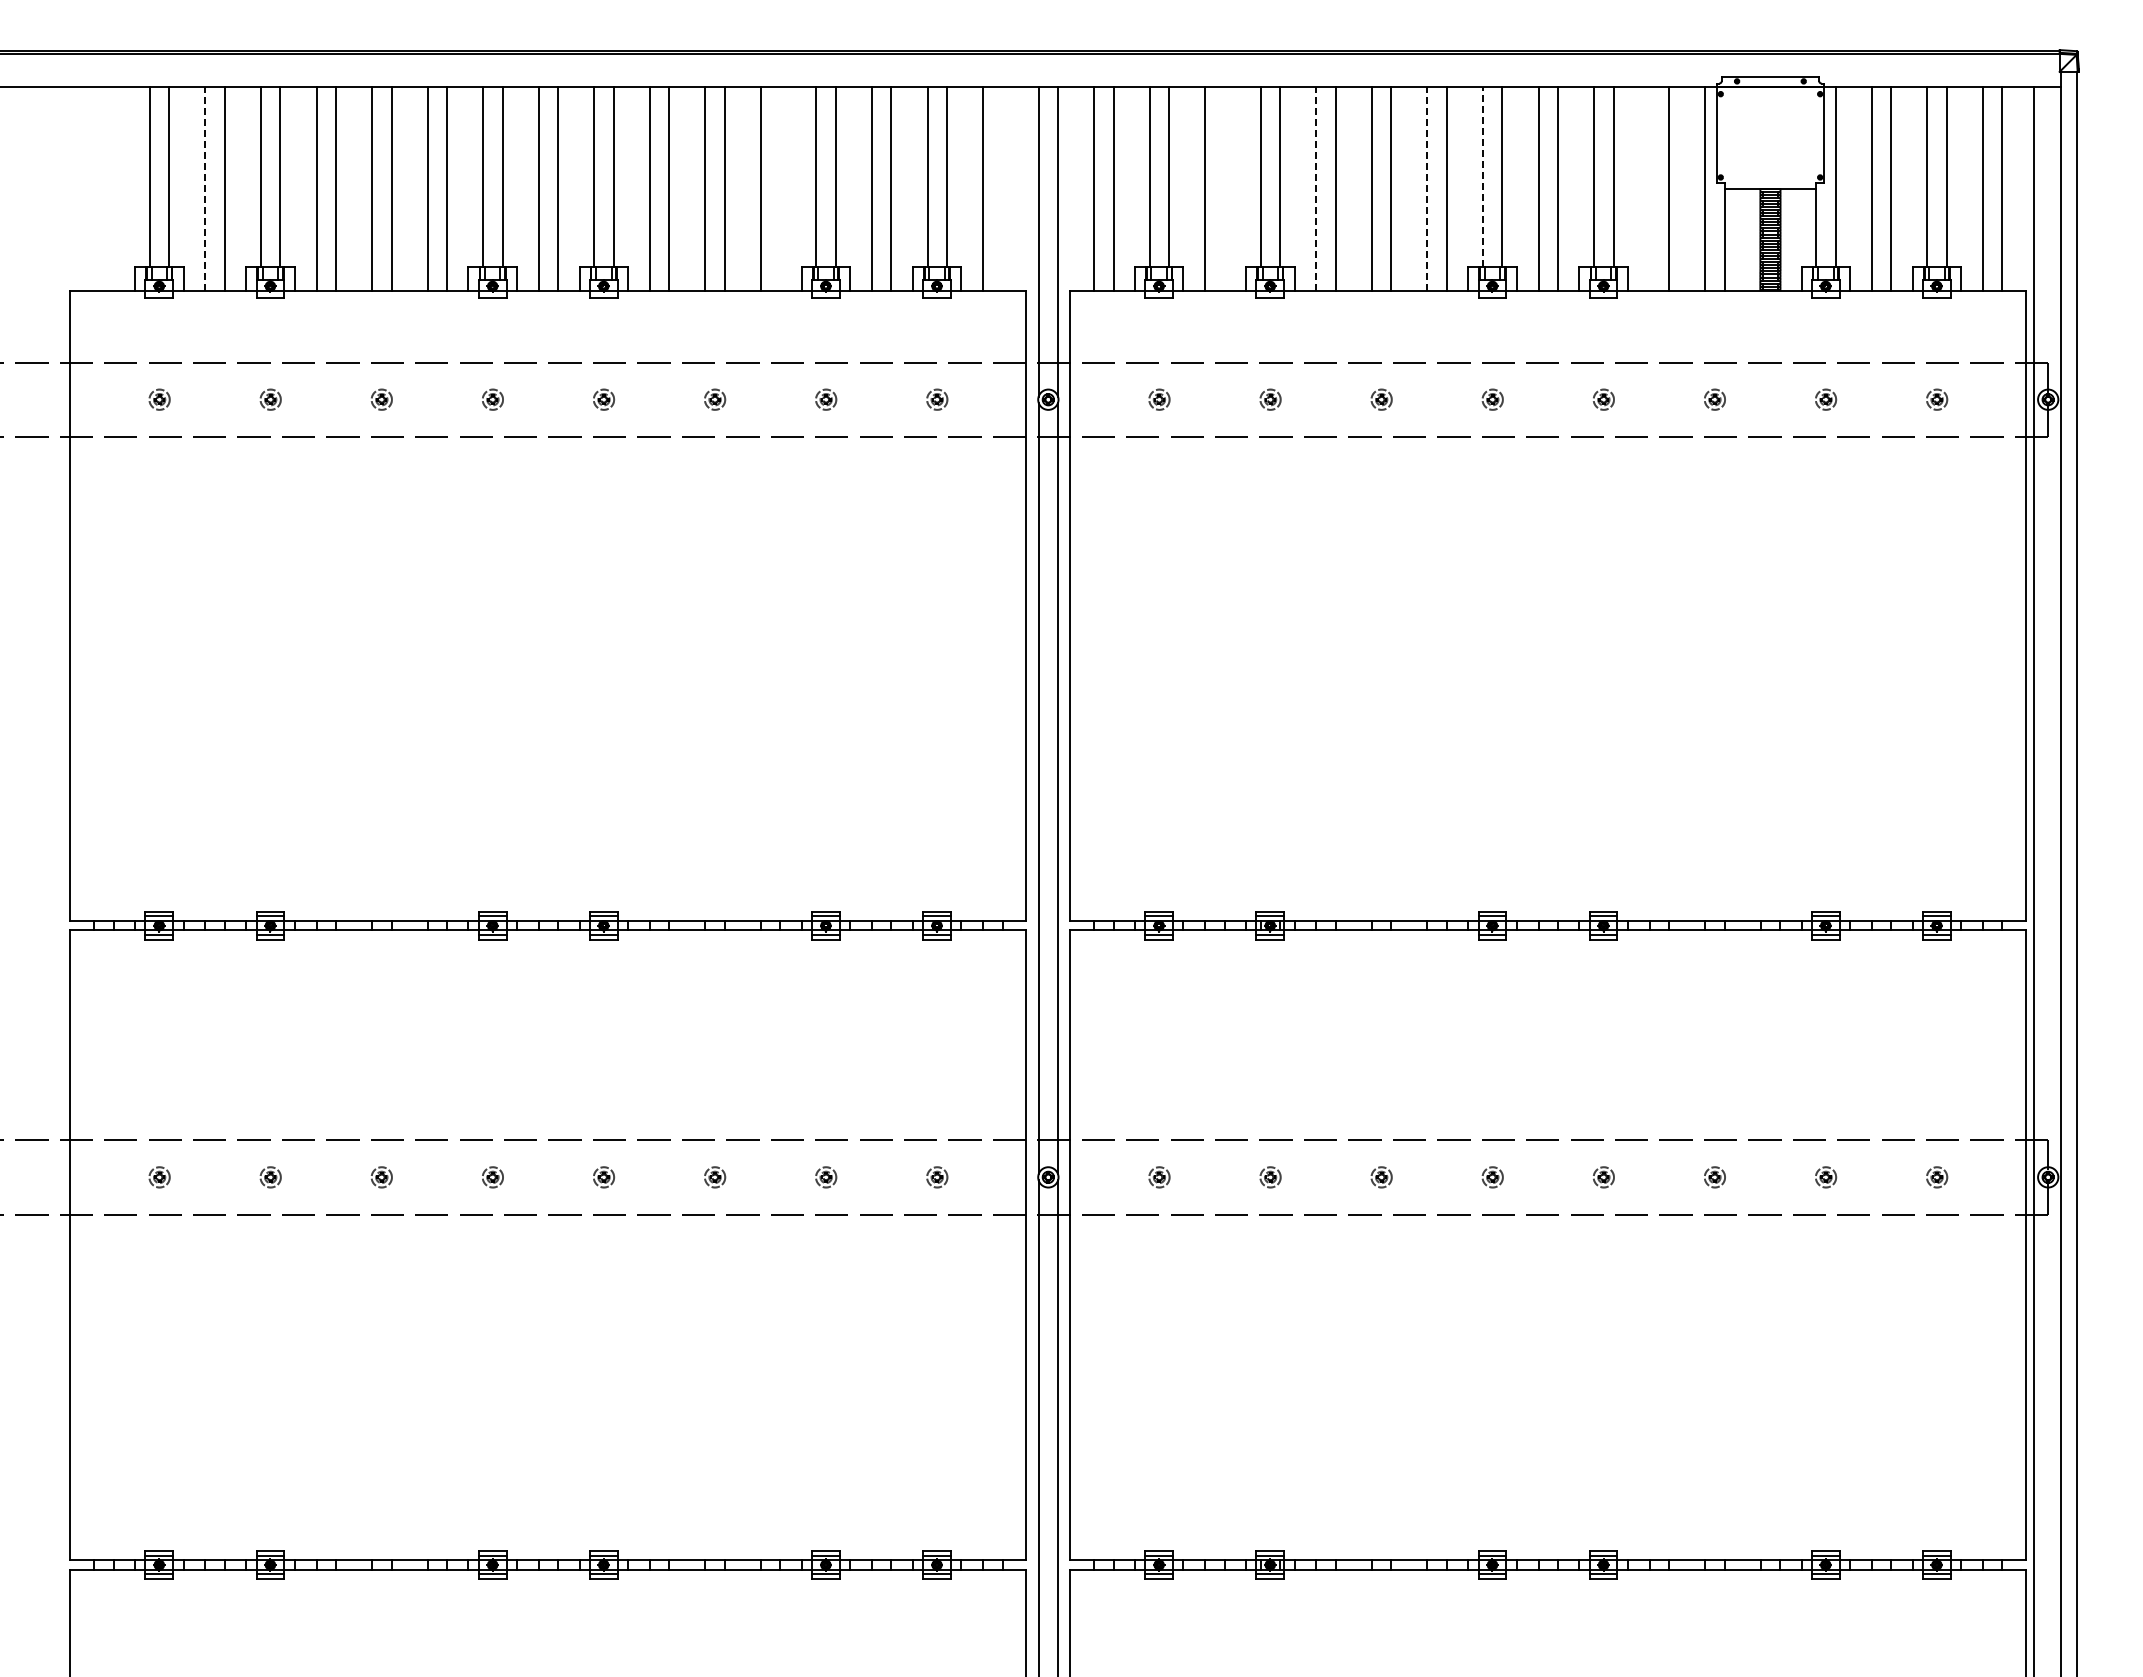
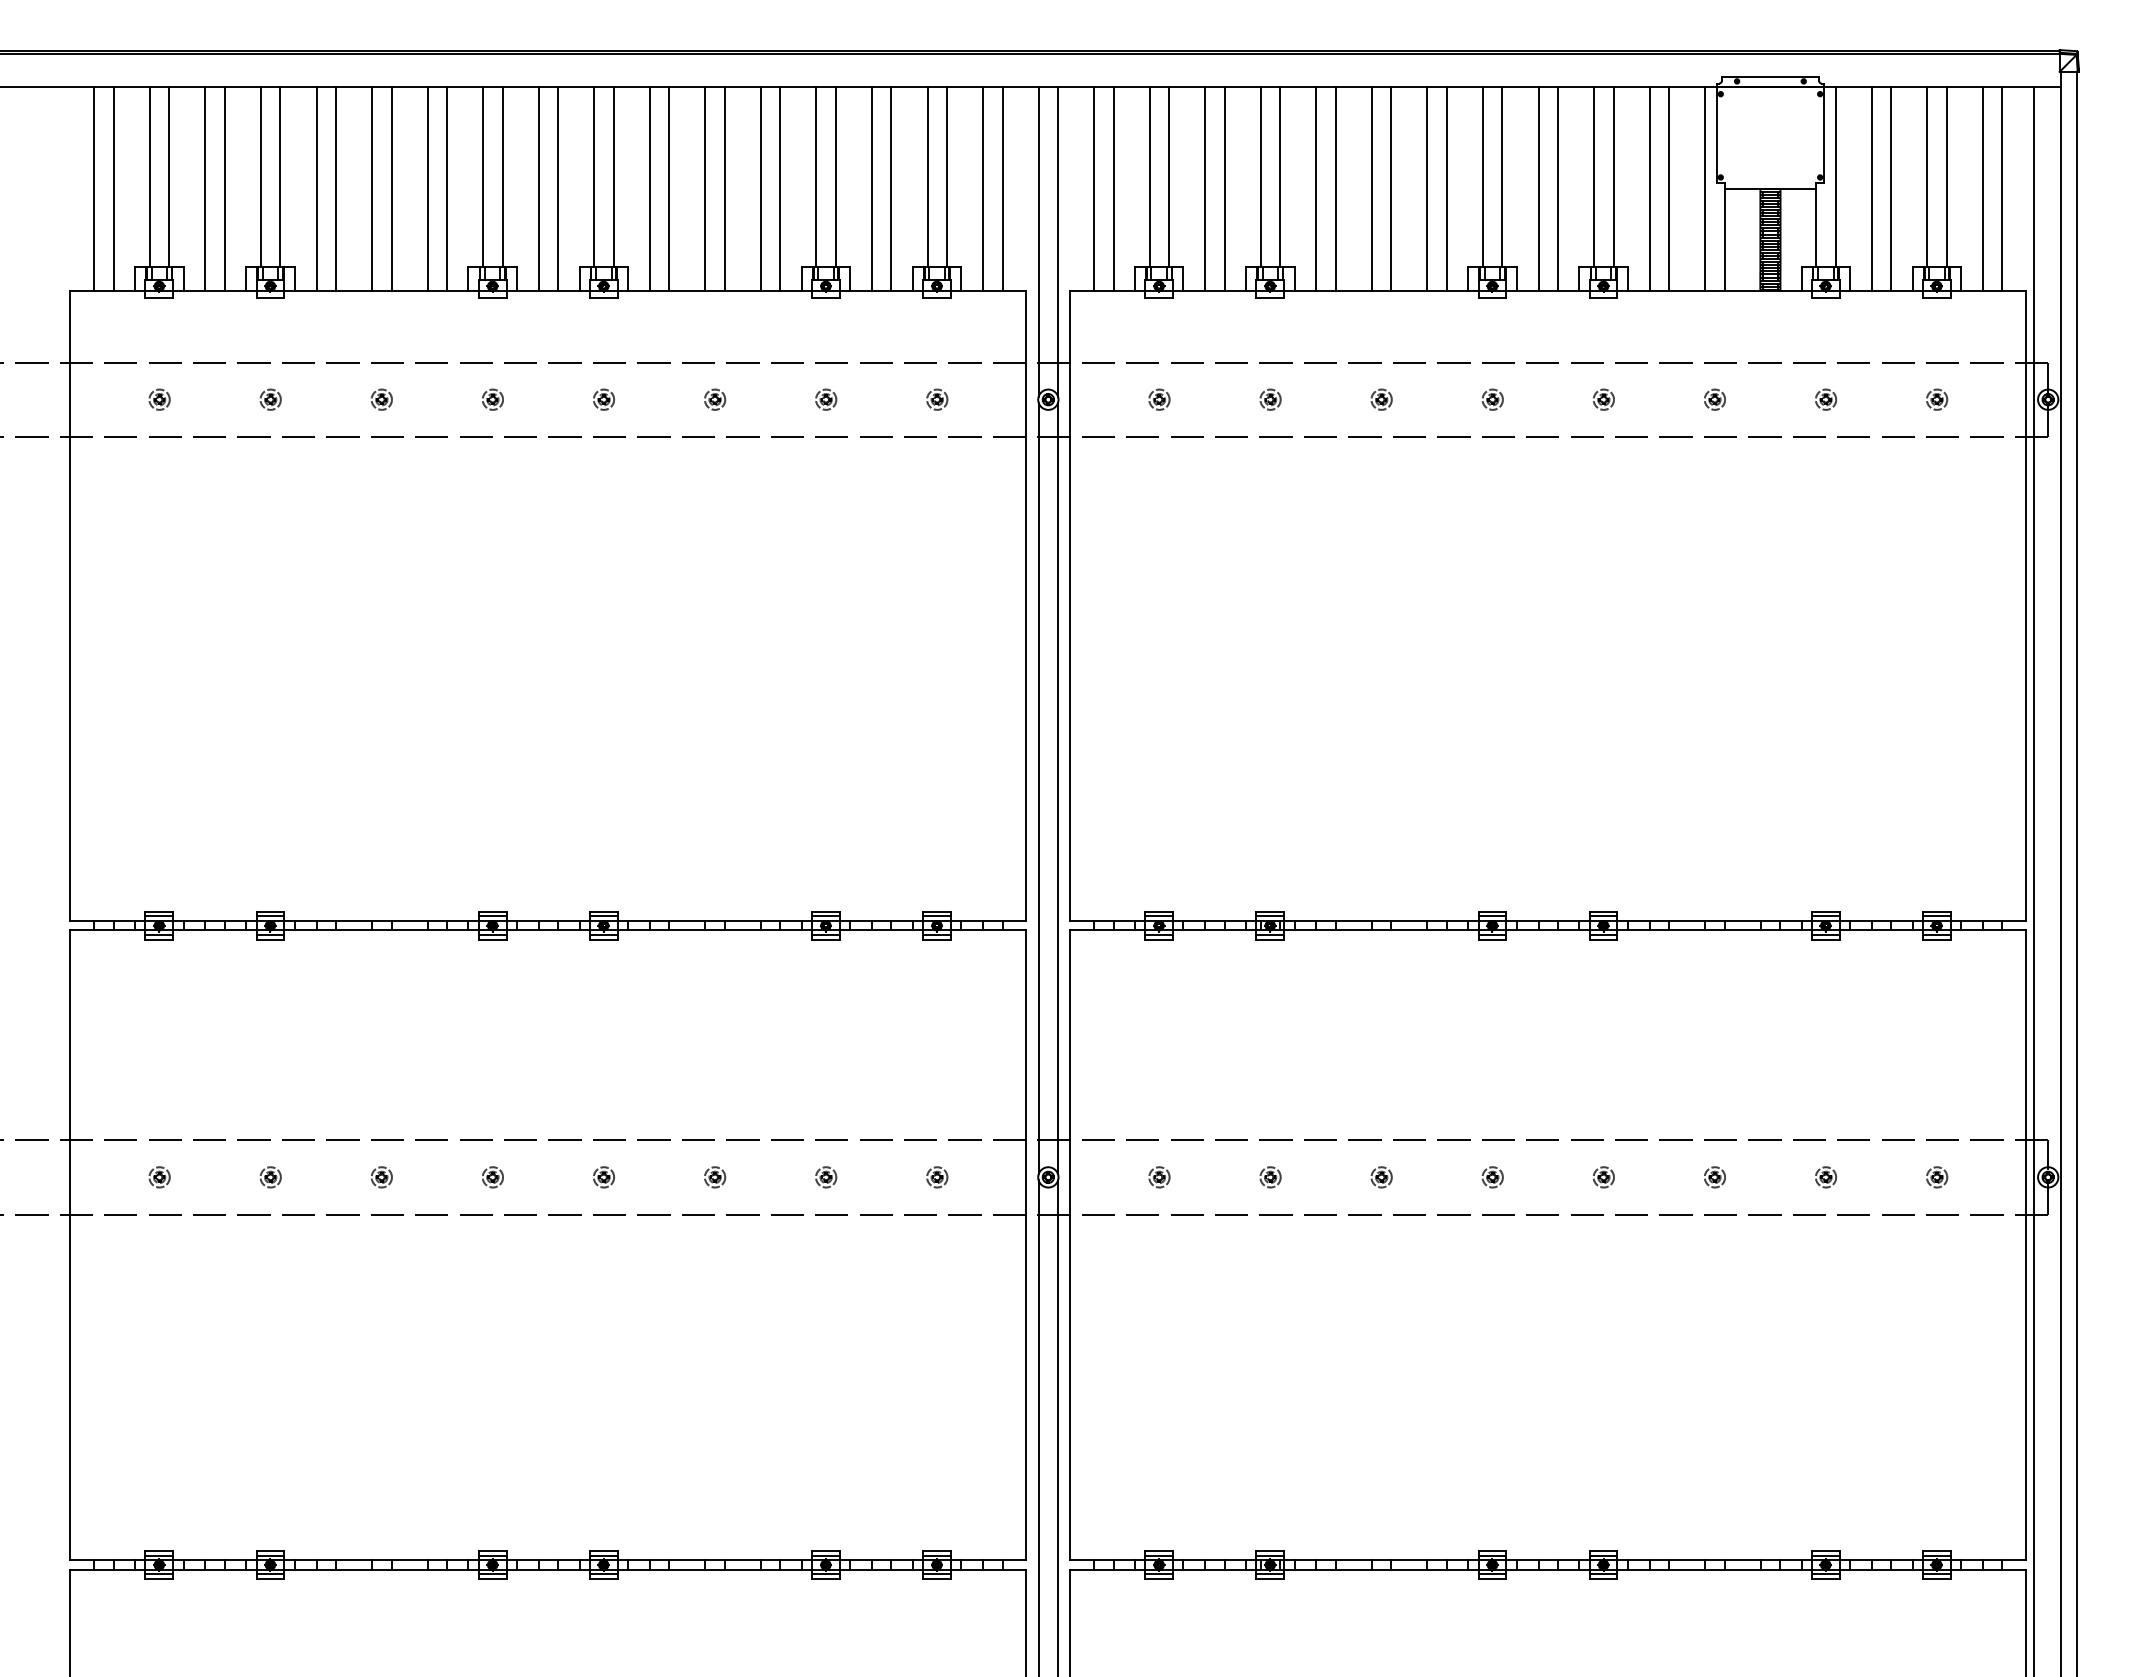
line at (1483, 176): dashed -> solid
line at (94, 188): none -> present
line at (113, 188): none -> present
line at (205, 188): dashed -> solid
line at (780, 188): none -> present
line at (1002, 188): none -> present
line at (1224, 188): none -> present
line at (1316, 188): dashed -> solid
line at (1427, 188): dashed -> solid
line at (1649, 188): none -> present
